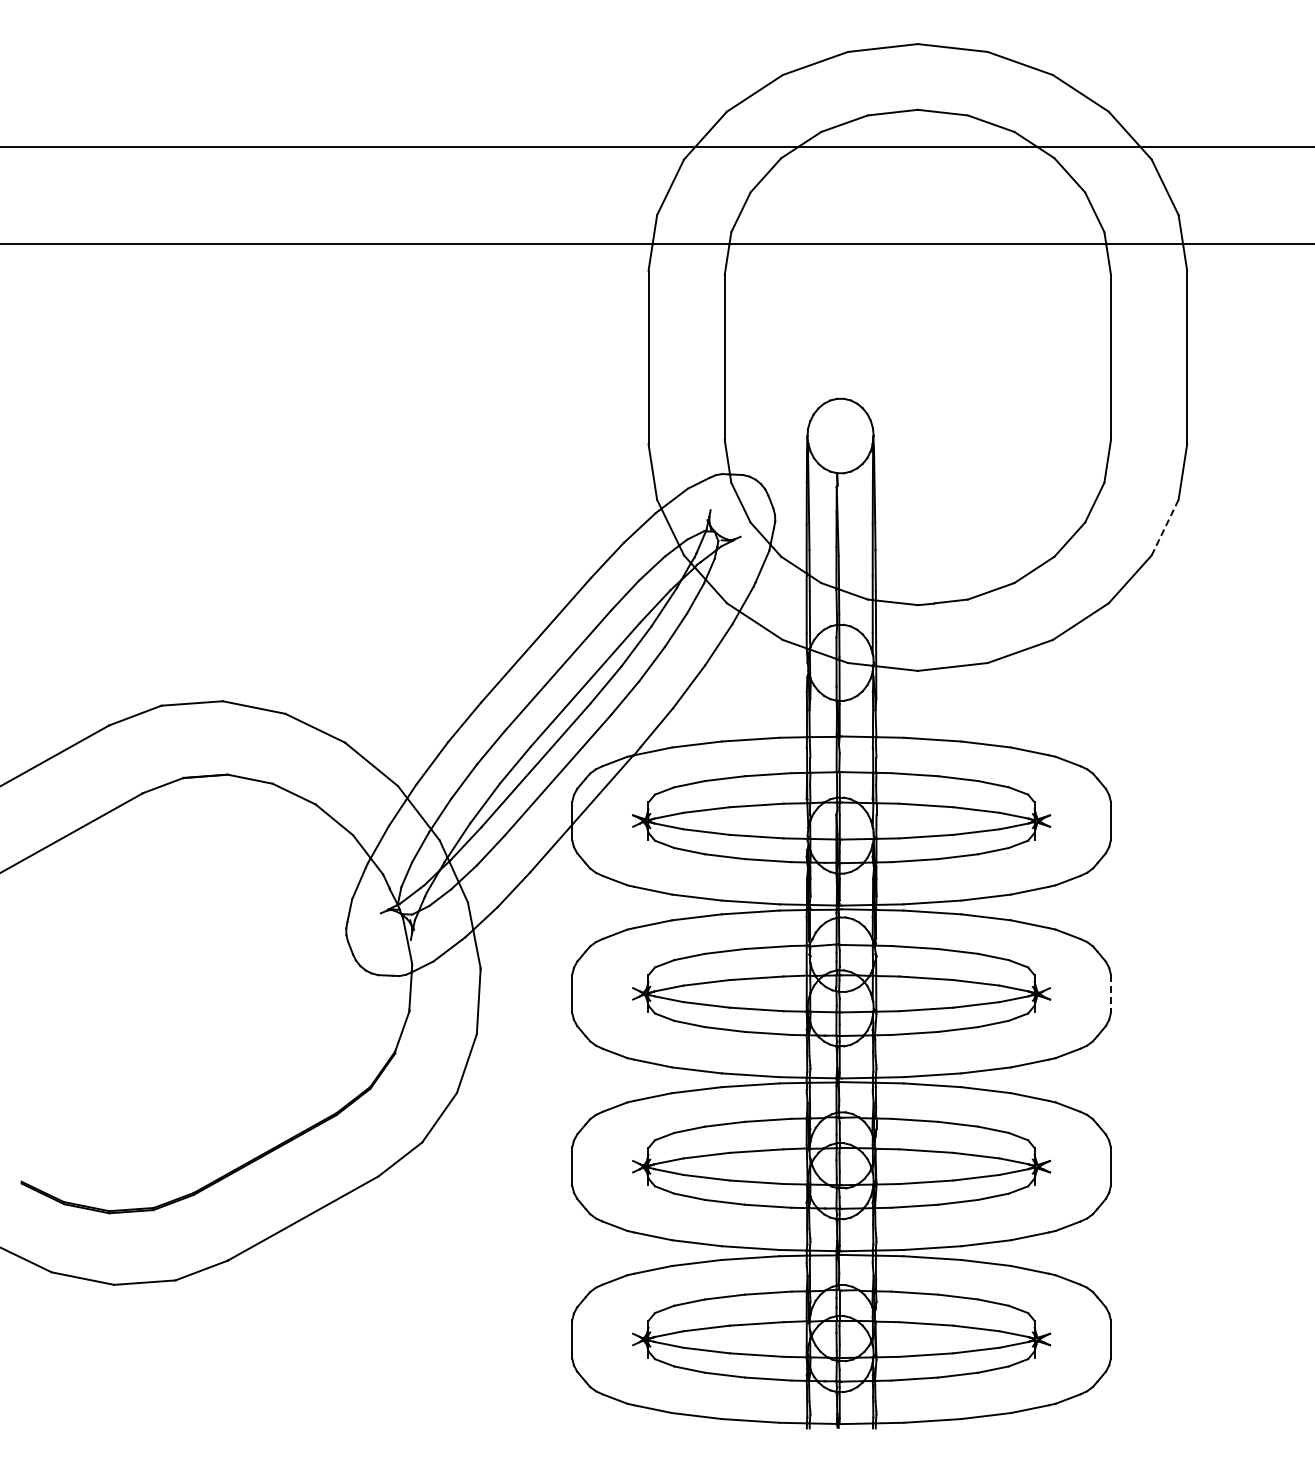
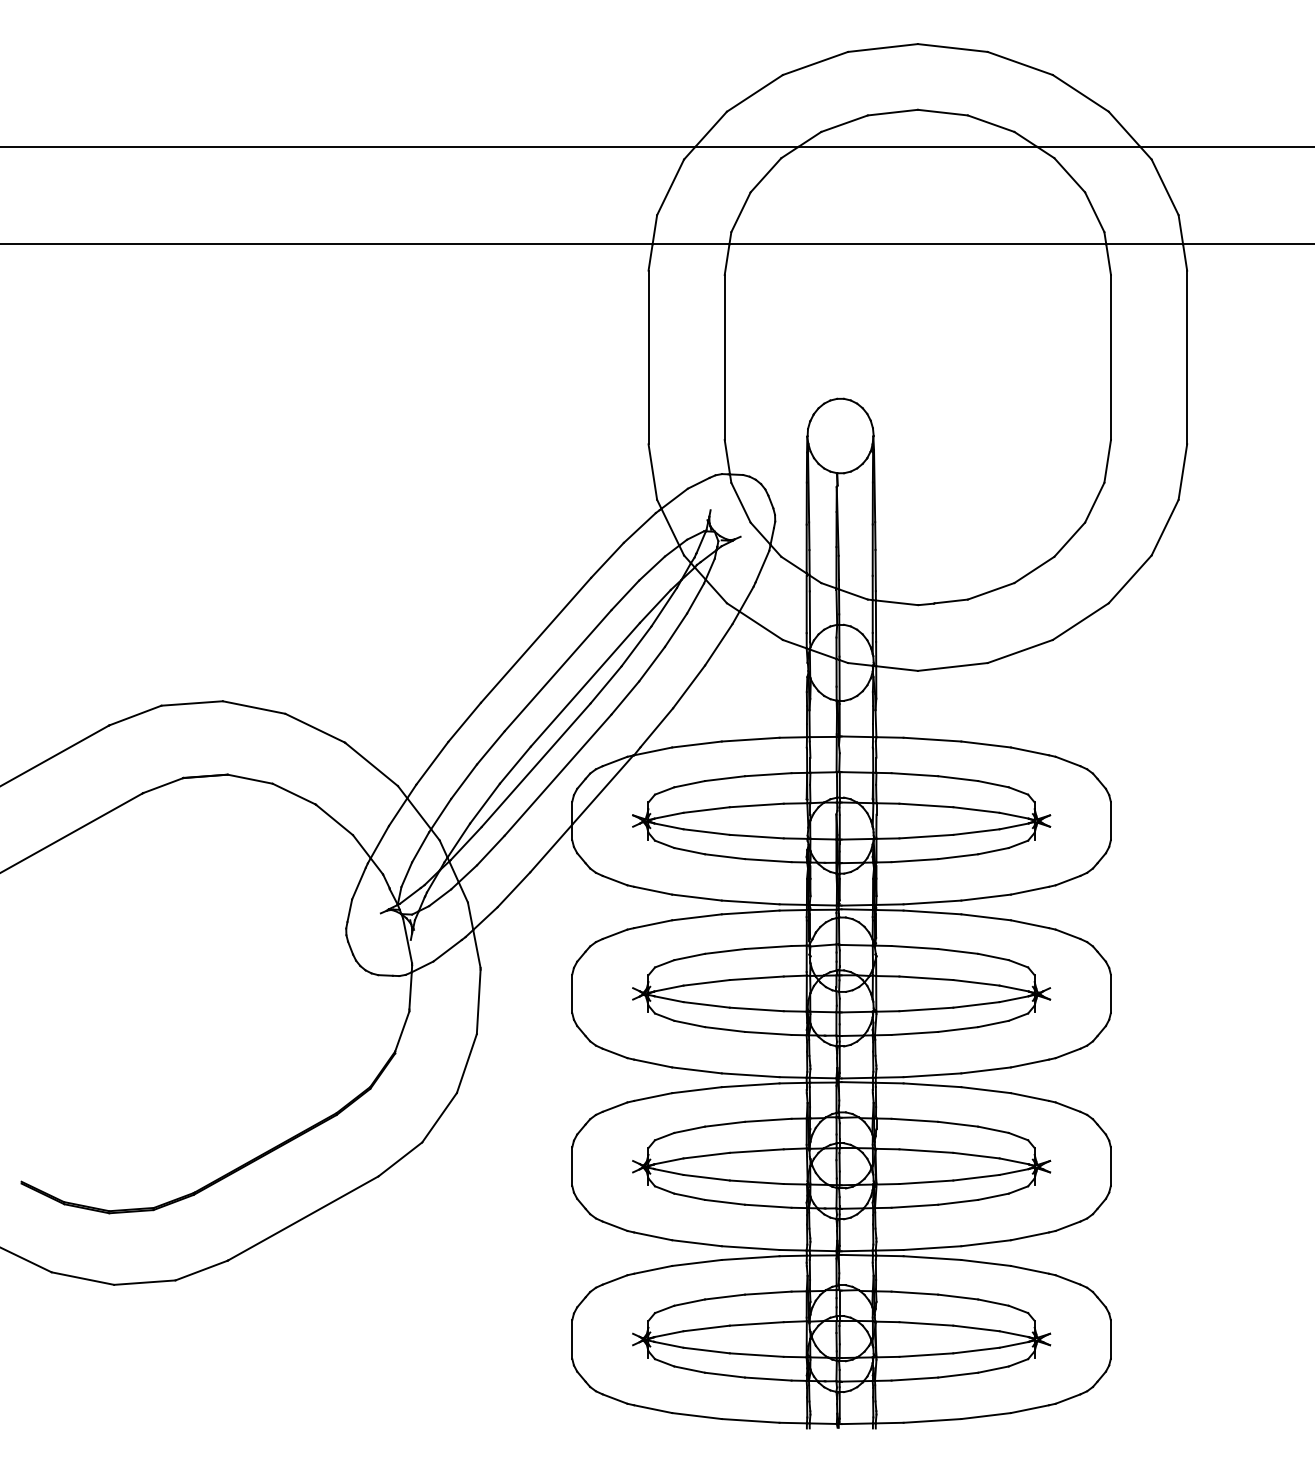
line at (1165, 527): dashed -> solid
line at (1110, 994): dashed -> solid
